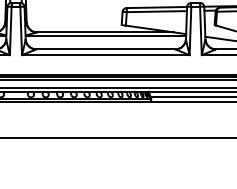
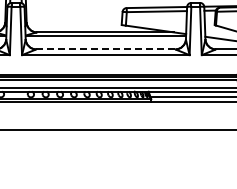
line at (105, 49): solid -> dashed
line at (117, 138) position: (117, 138) -> (117, 130)
